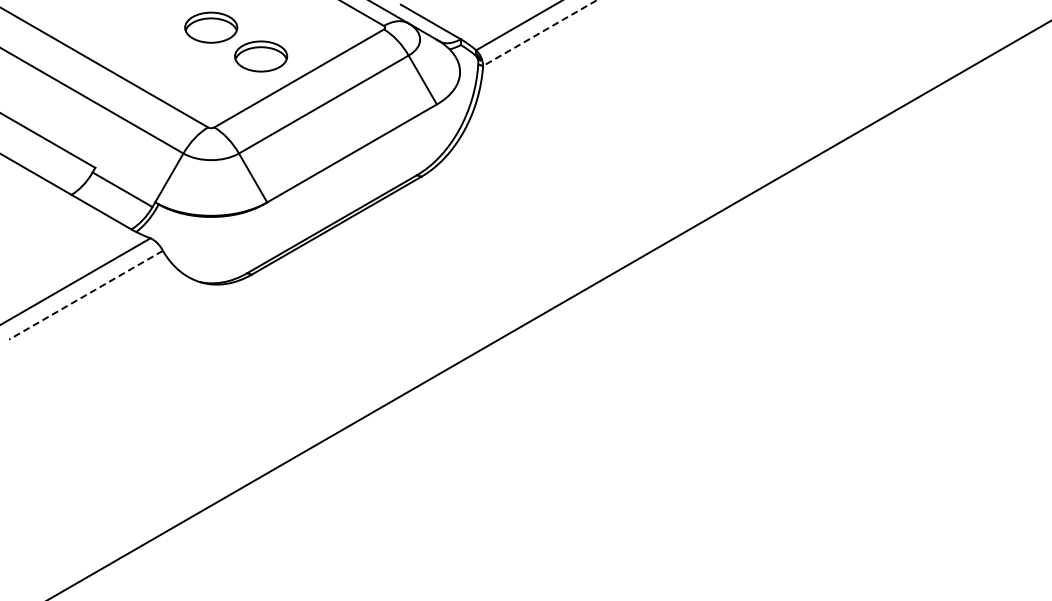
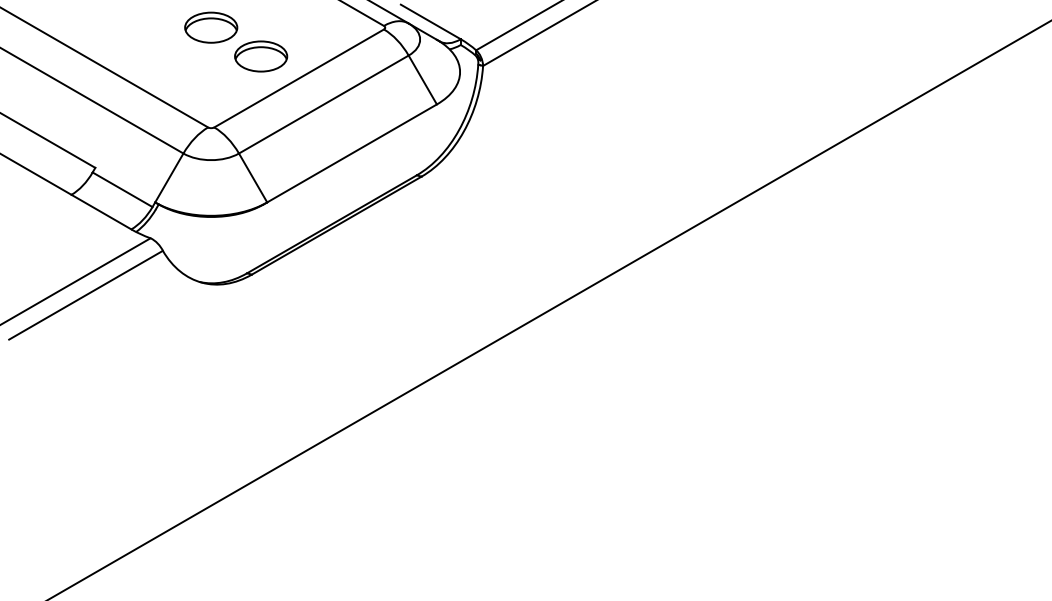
line at (540, 33): dashed -> solid
line at (86, 295): dashed -> solid
